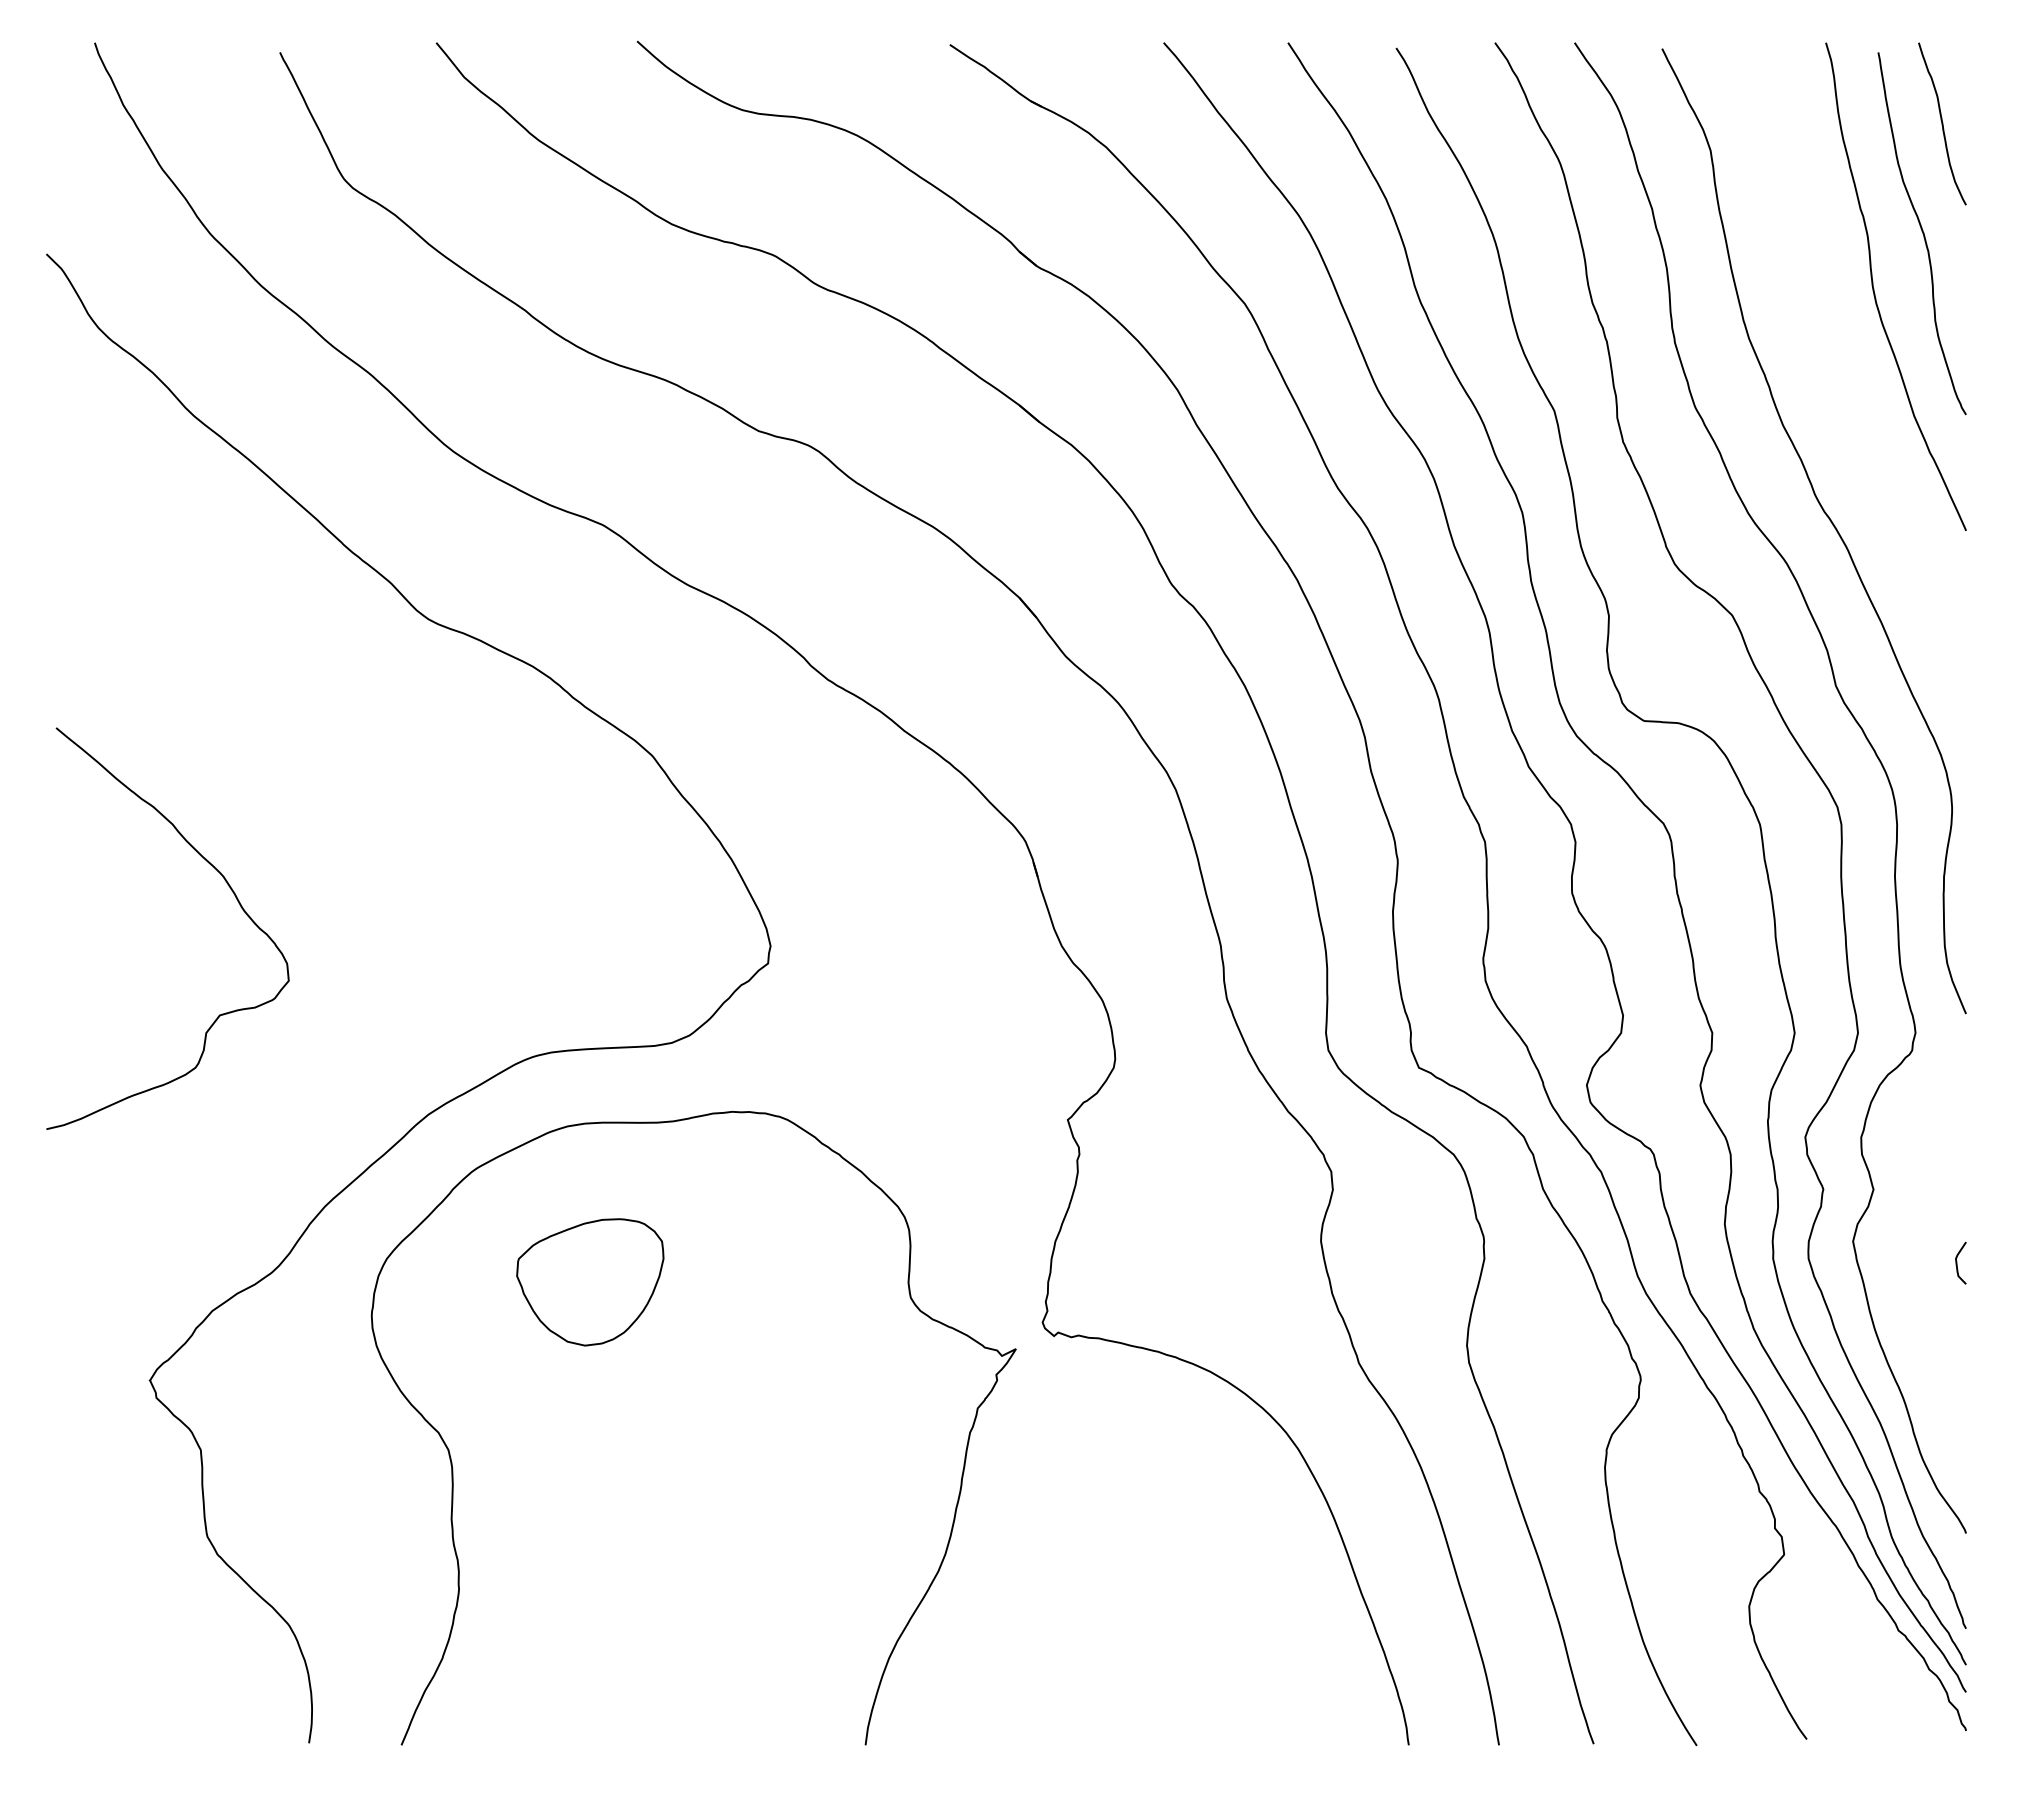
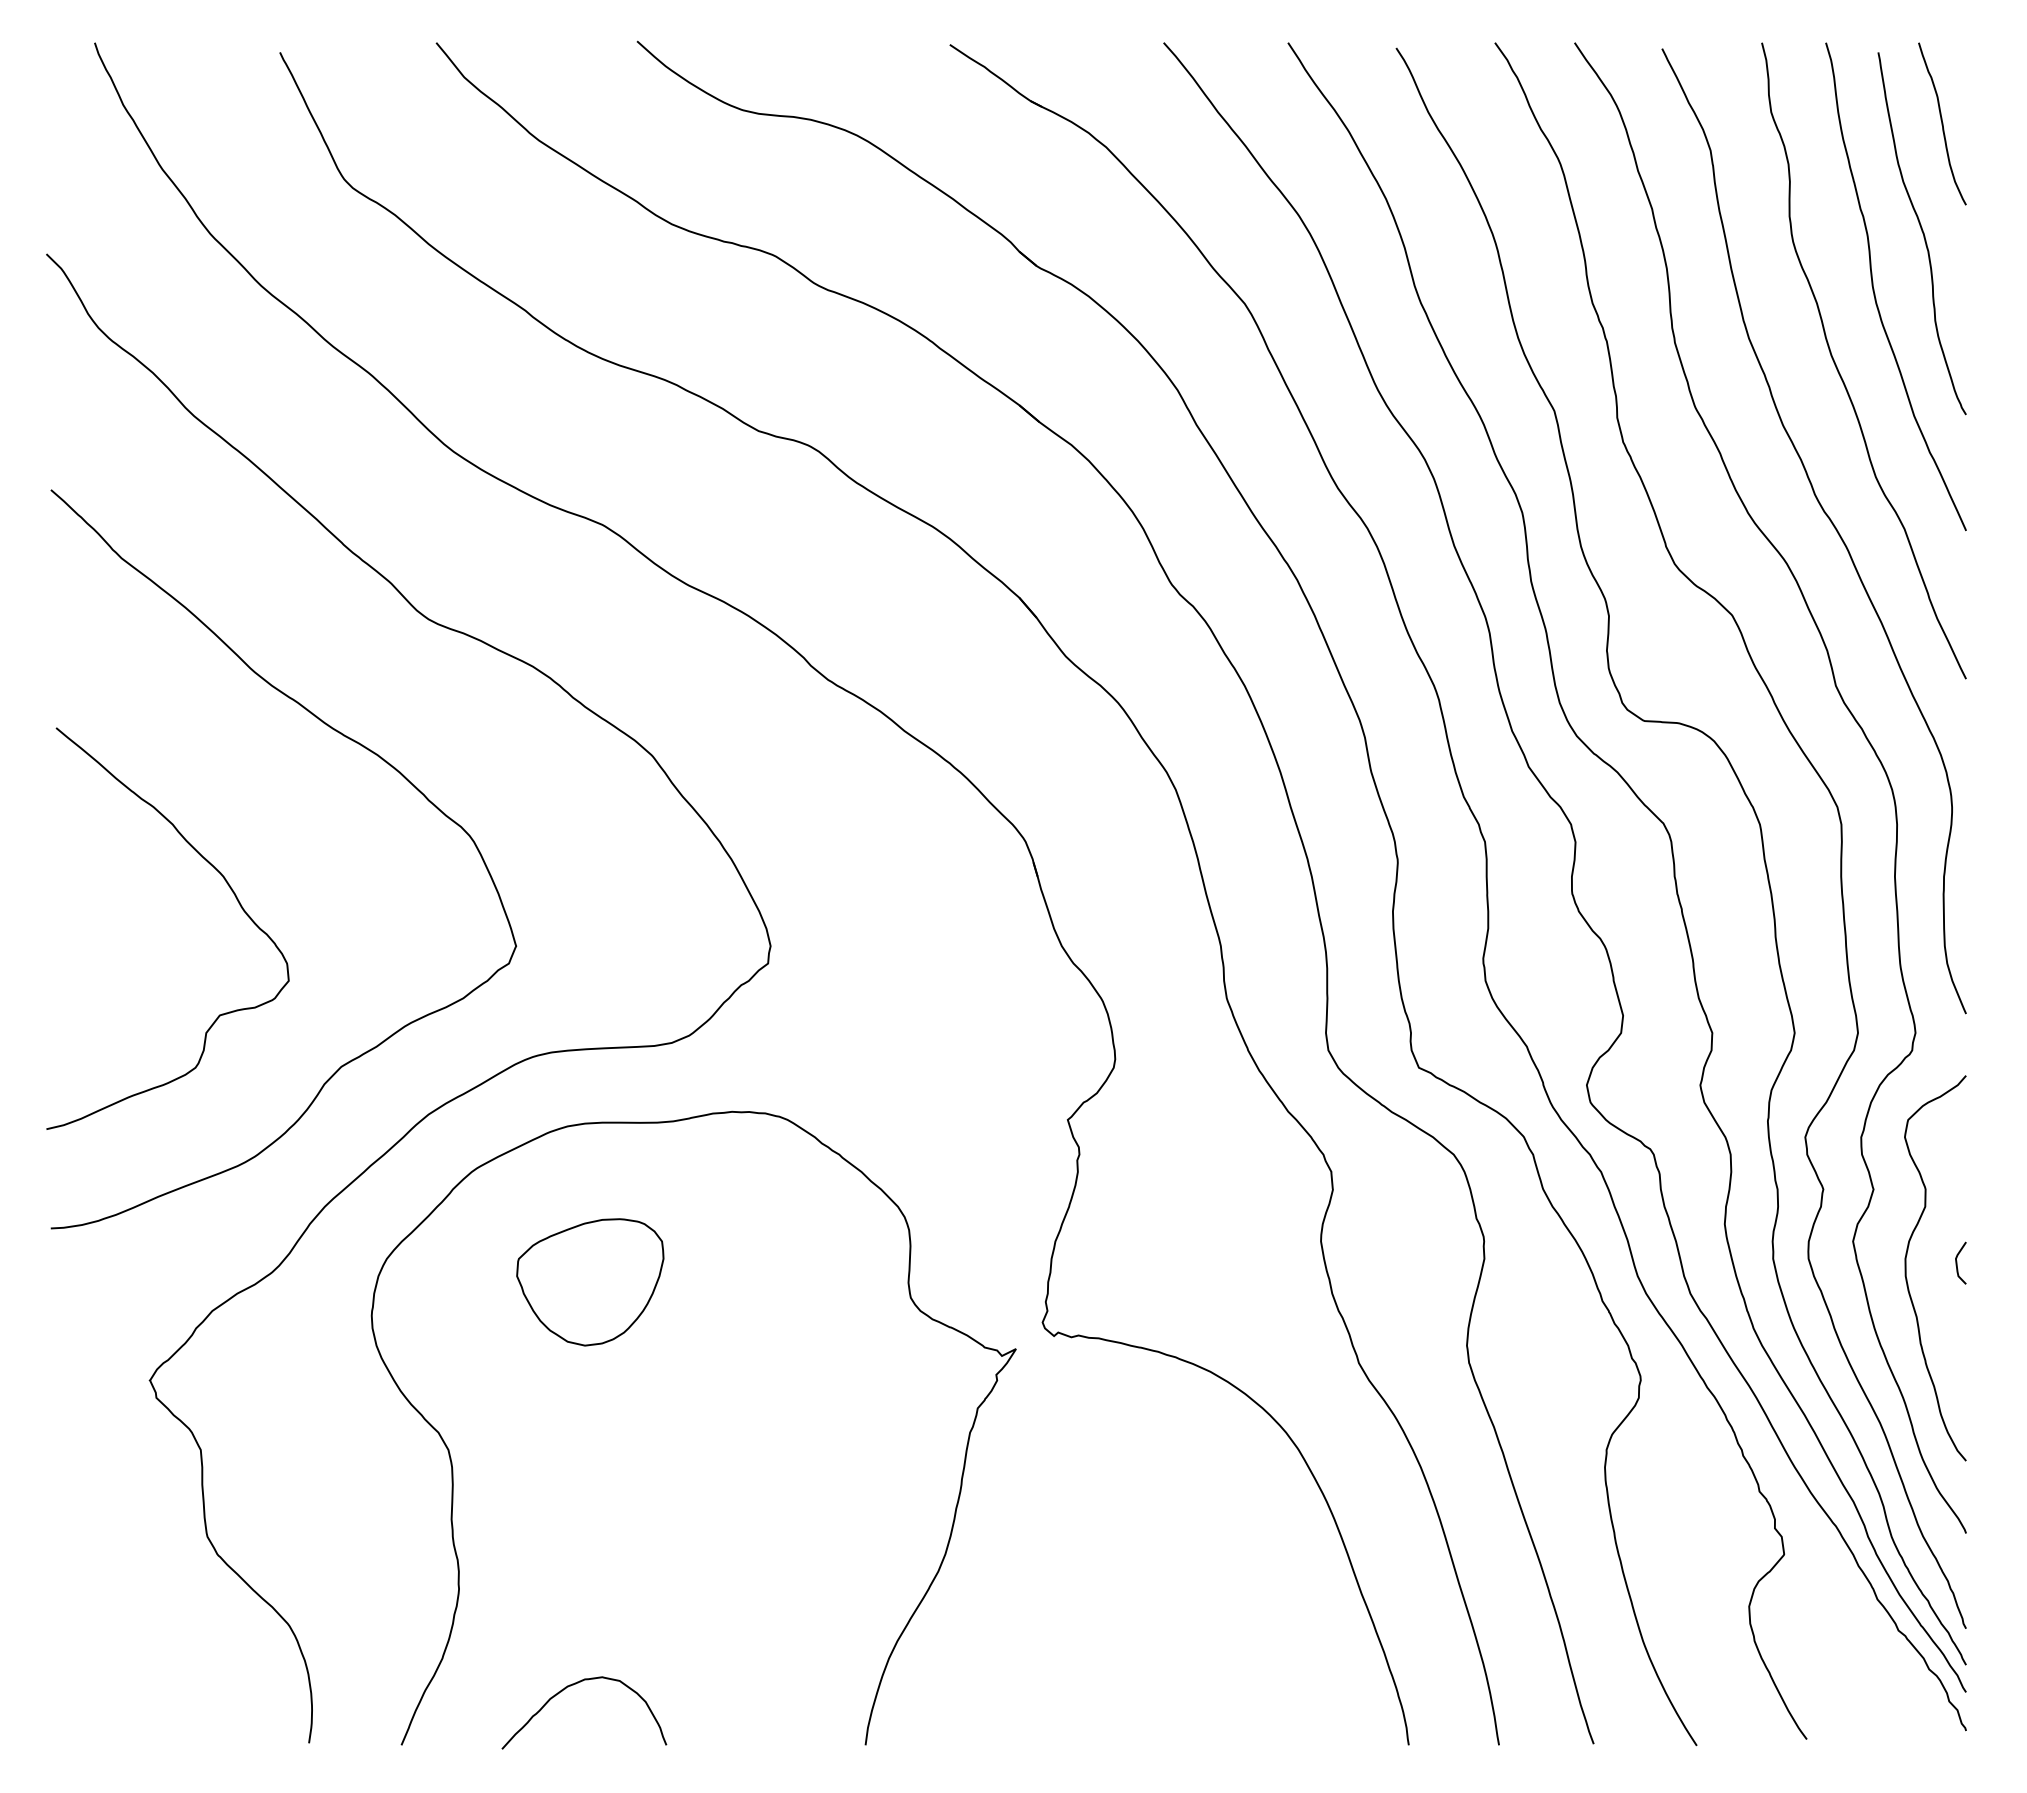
curve at (1838, 368): none -> present
curve at (345, 737): none -> present
curve at (1906, 1268): none -> present
curve at (576, 1684): none -> present
